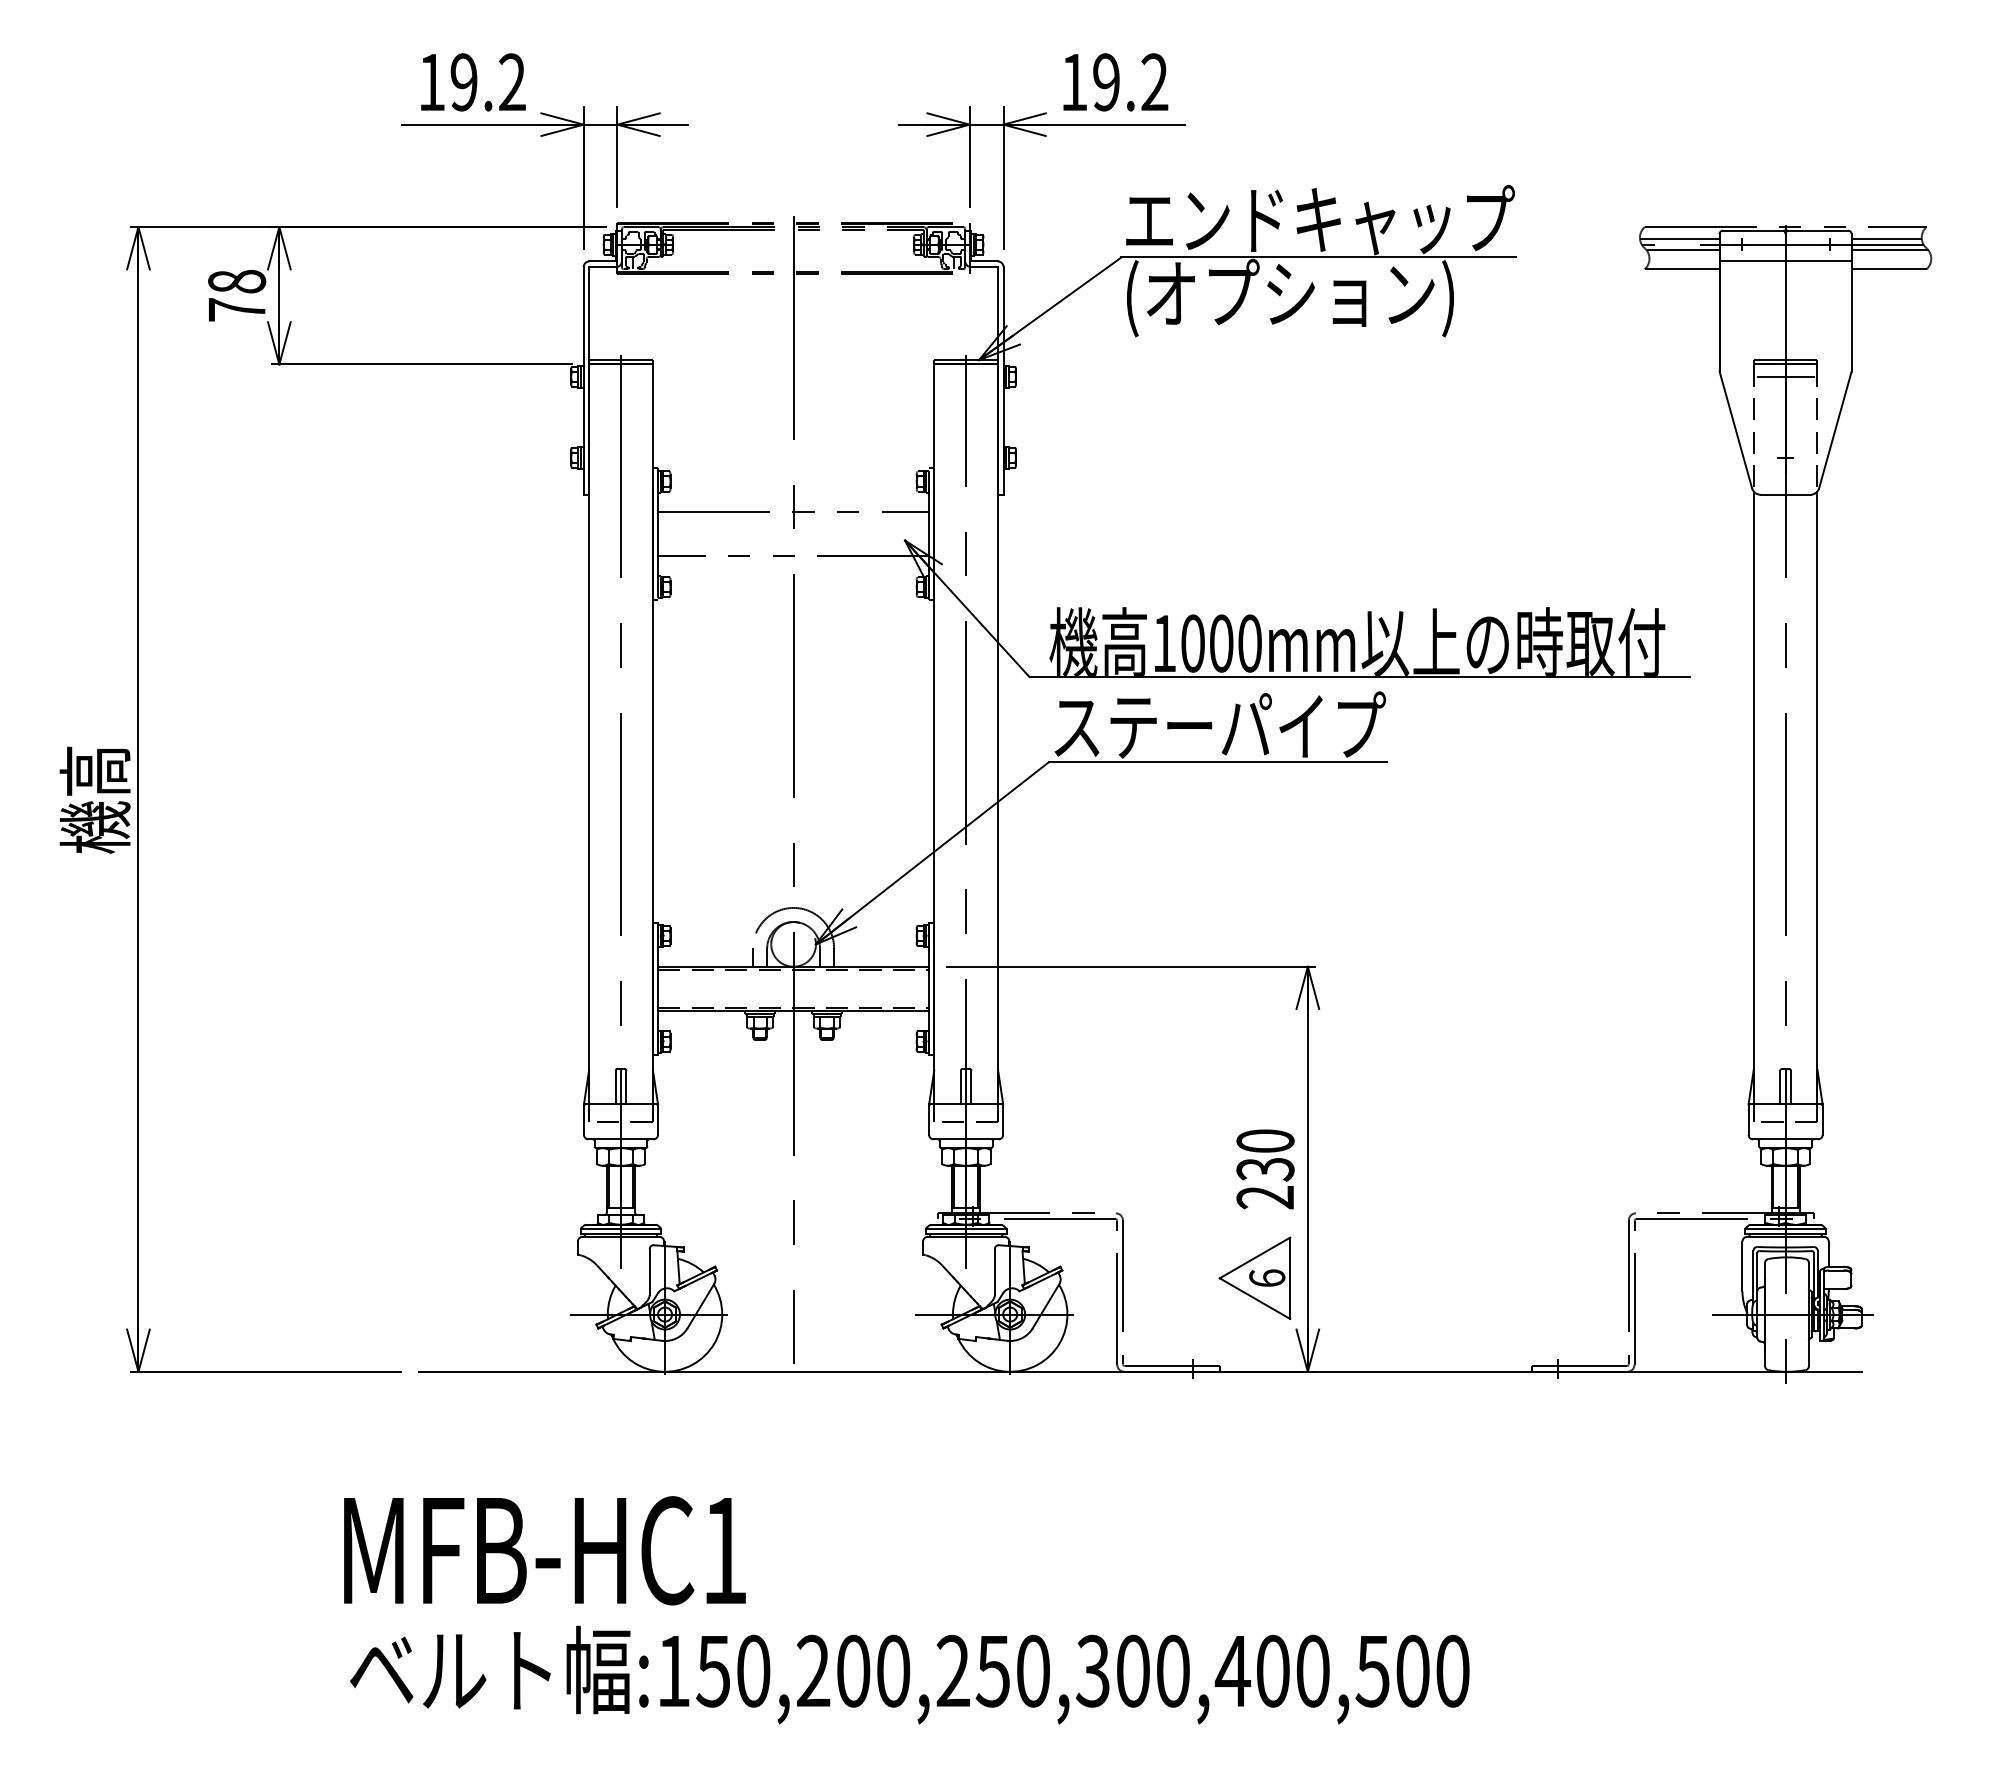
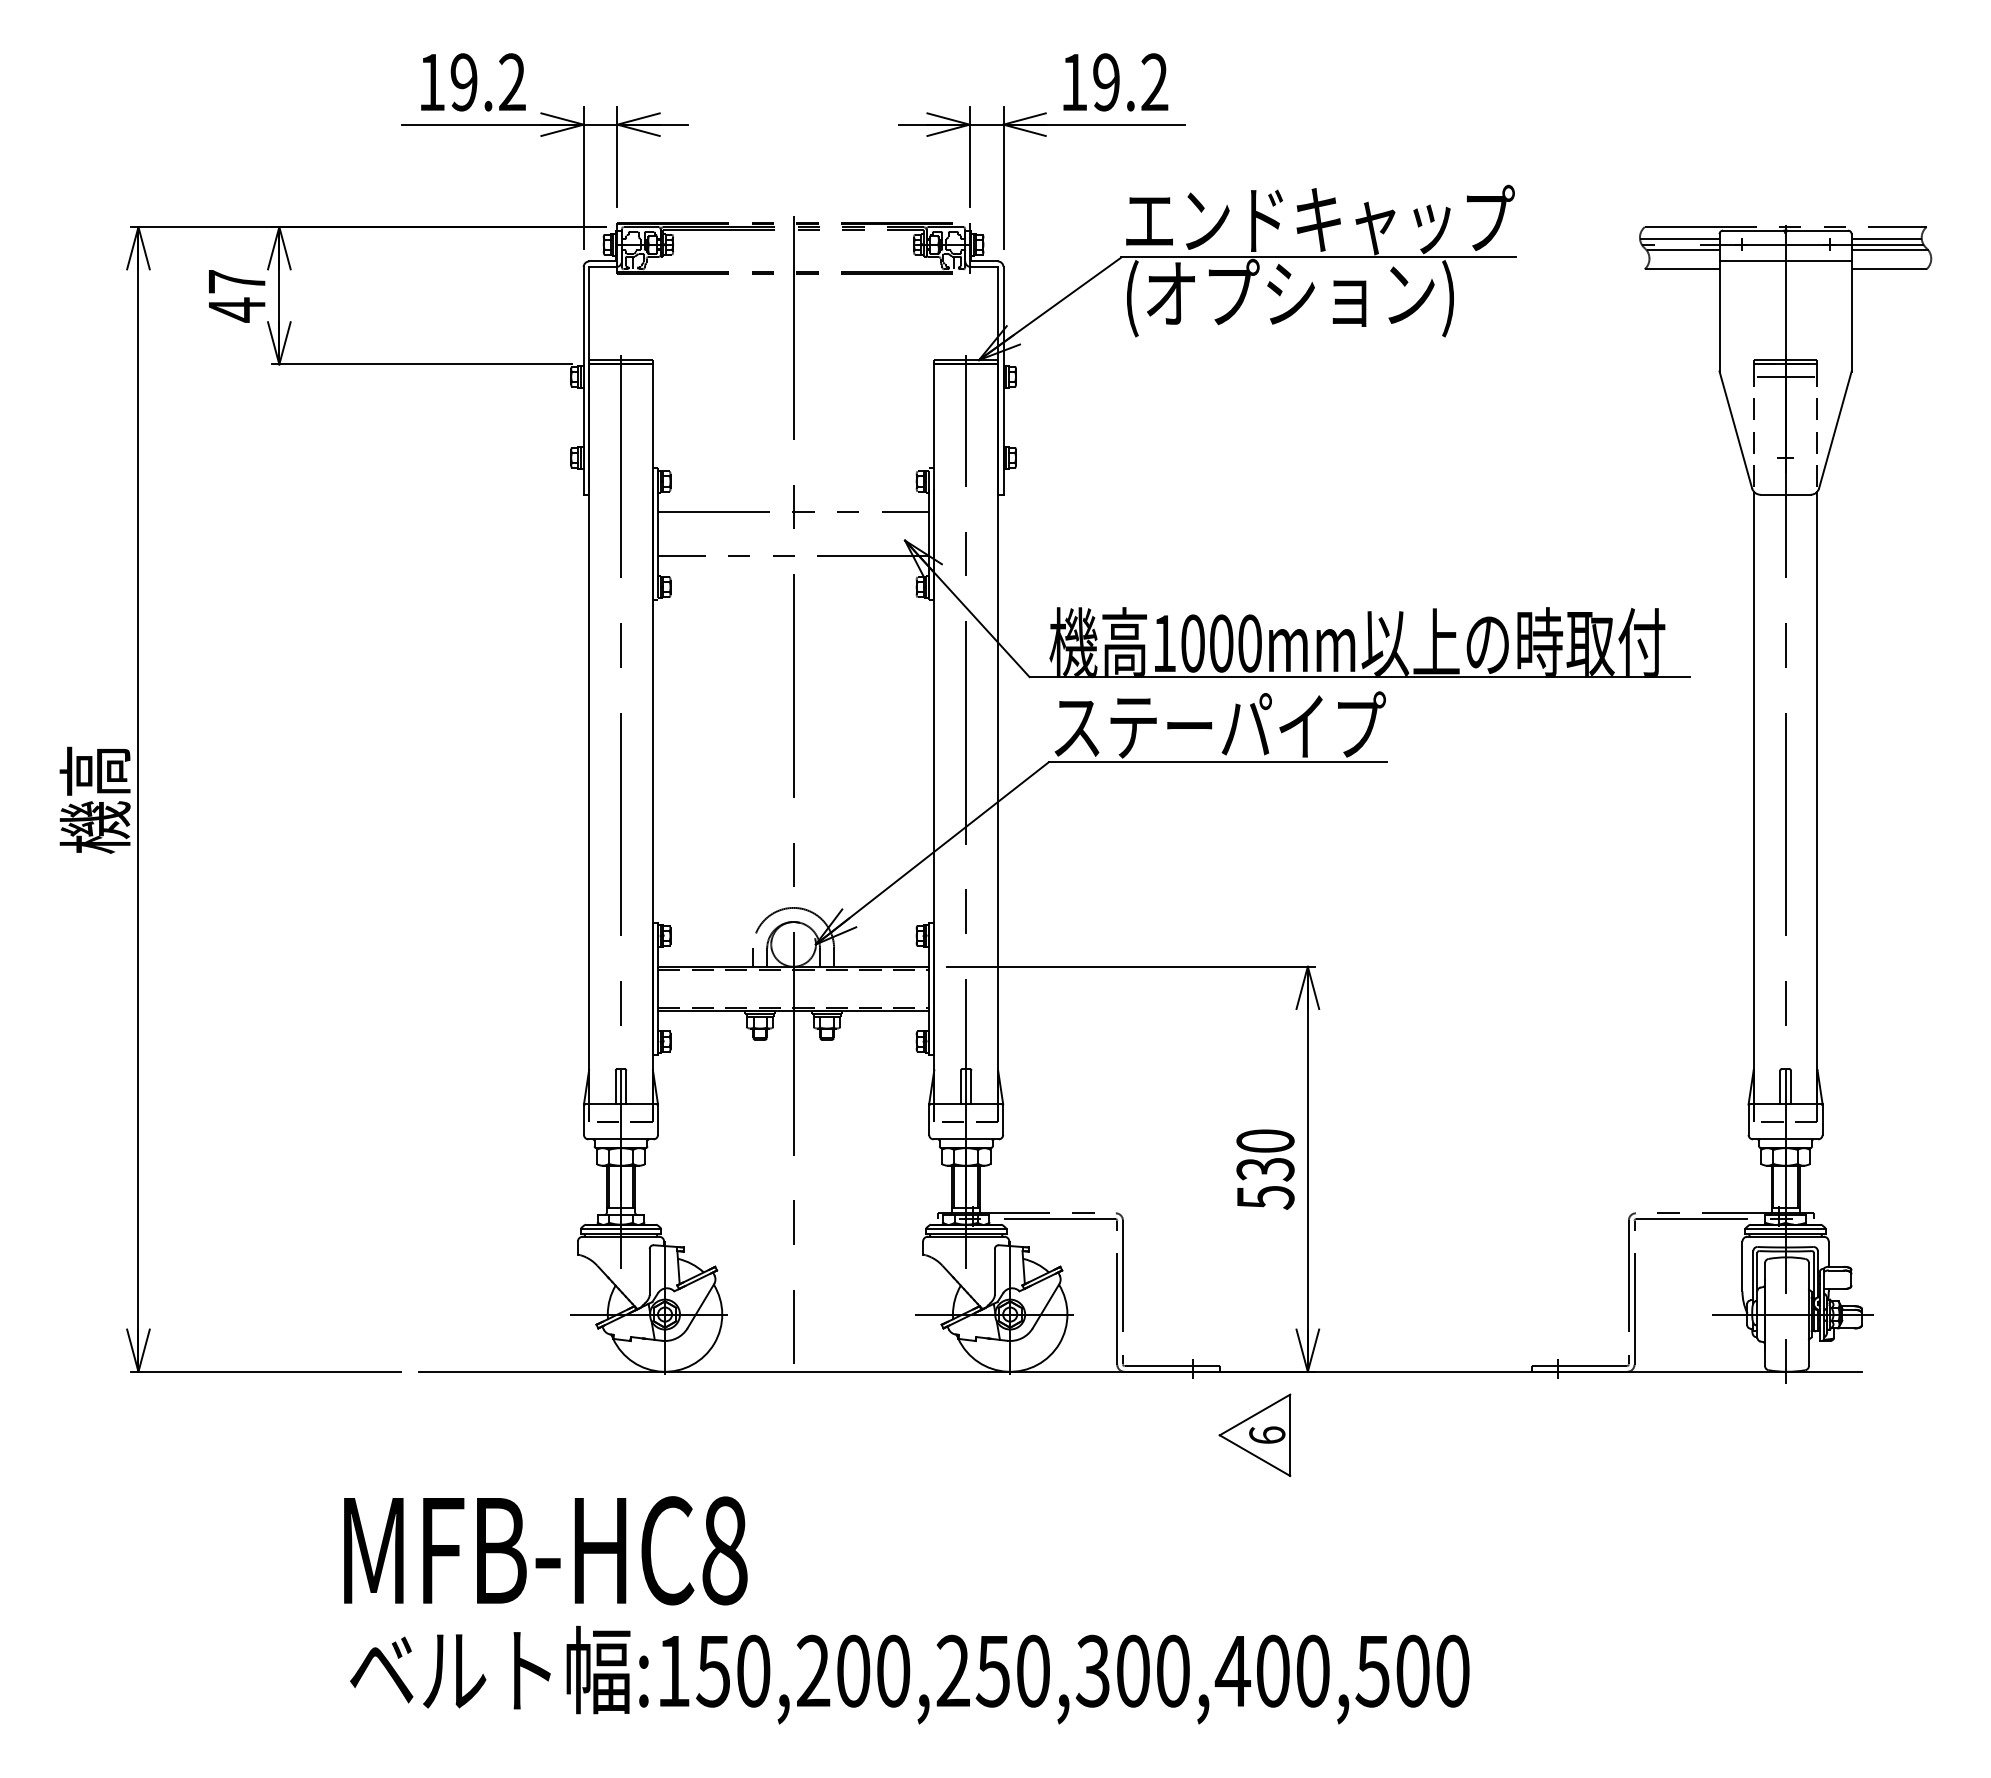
text at (237, 296): 78 -> 47
text at (1265, 1197): 230 -> 530
part at (1254, 1277) position: (1254, 1277) -> (1254, 1434)
text at (724, 1550): MFB-HC1 -> MFB-HC8
